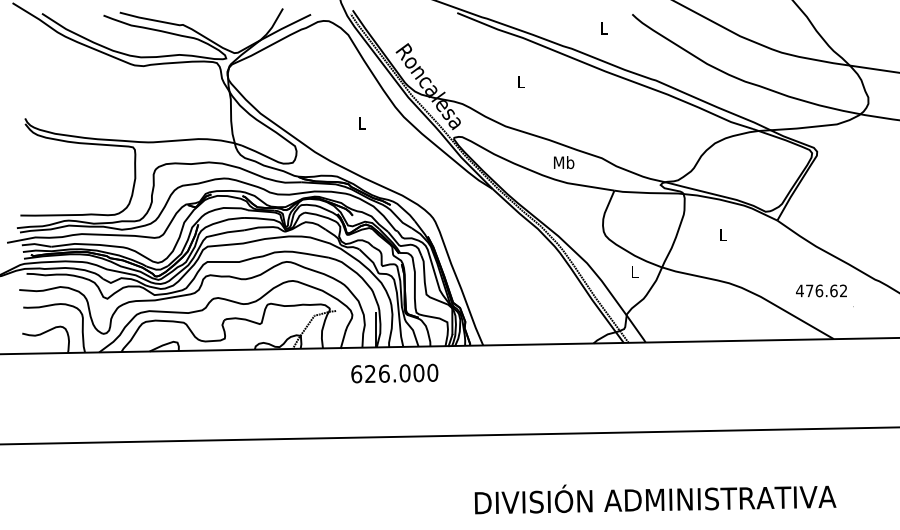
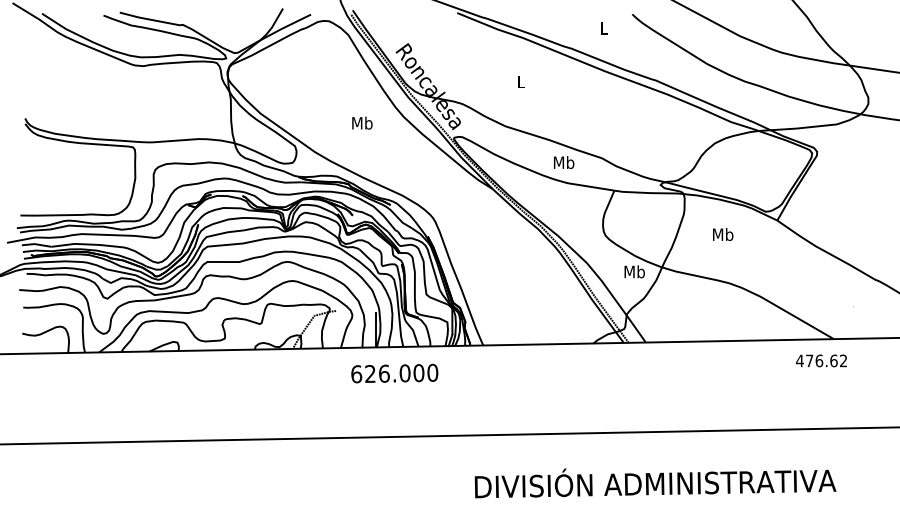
text at (362, 122): L -> Mb
text at (723, 234): L -> Mb
text at (634, 271): L -> Mb
text at (821, 290) position: (821, 290) -> (821, 360)
text at (655, 499) position: (655, 499) -> (655, 483)
